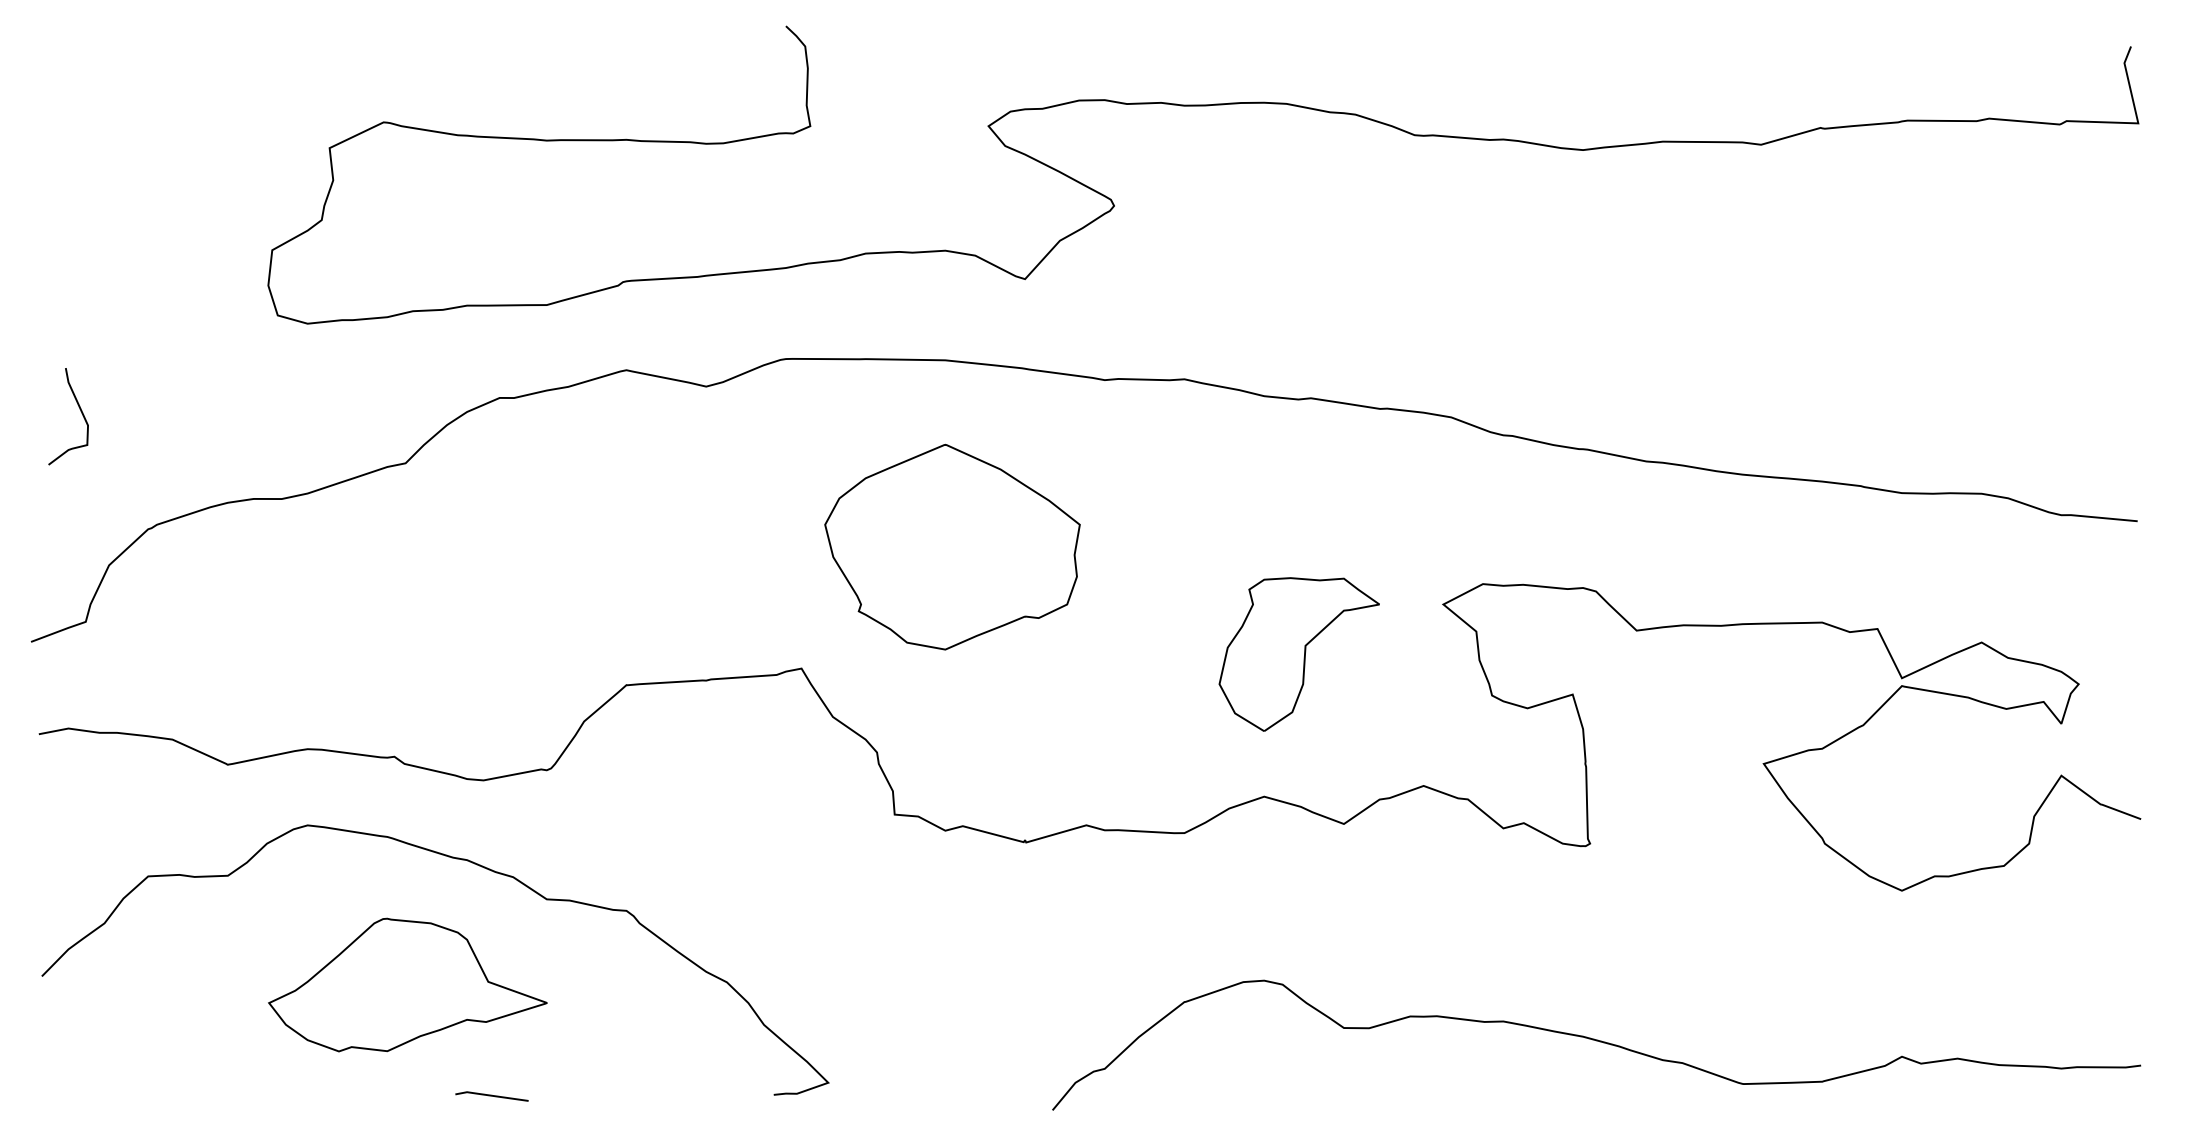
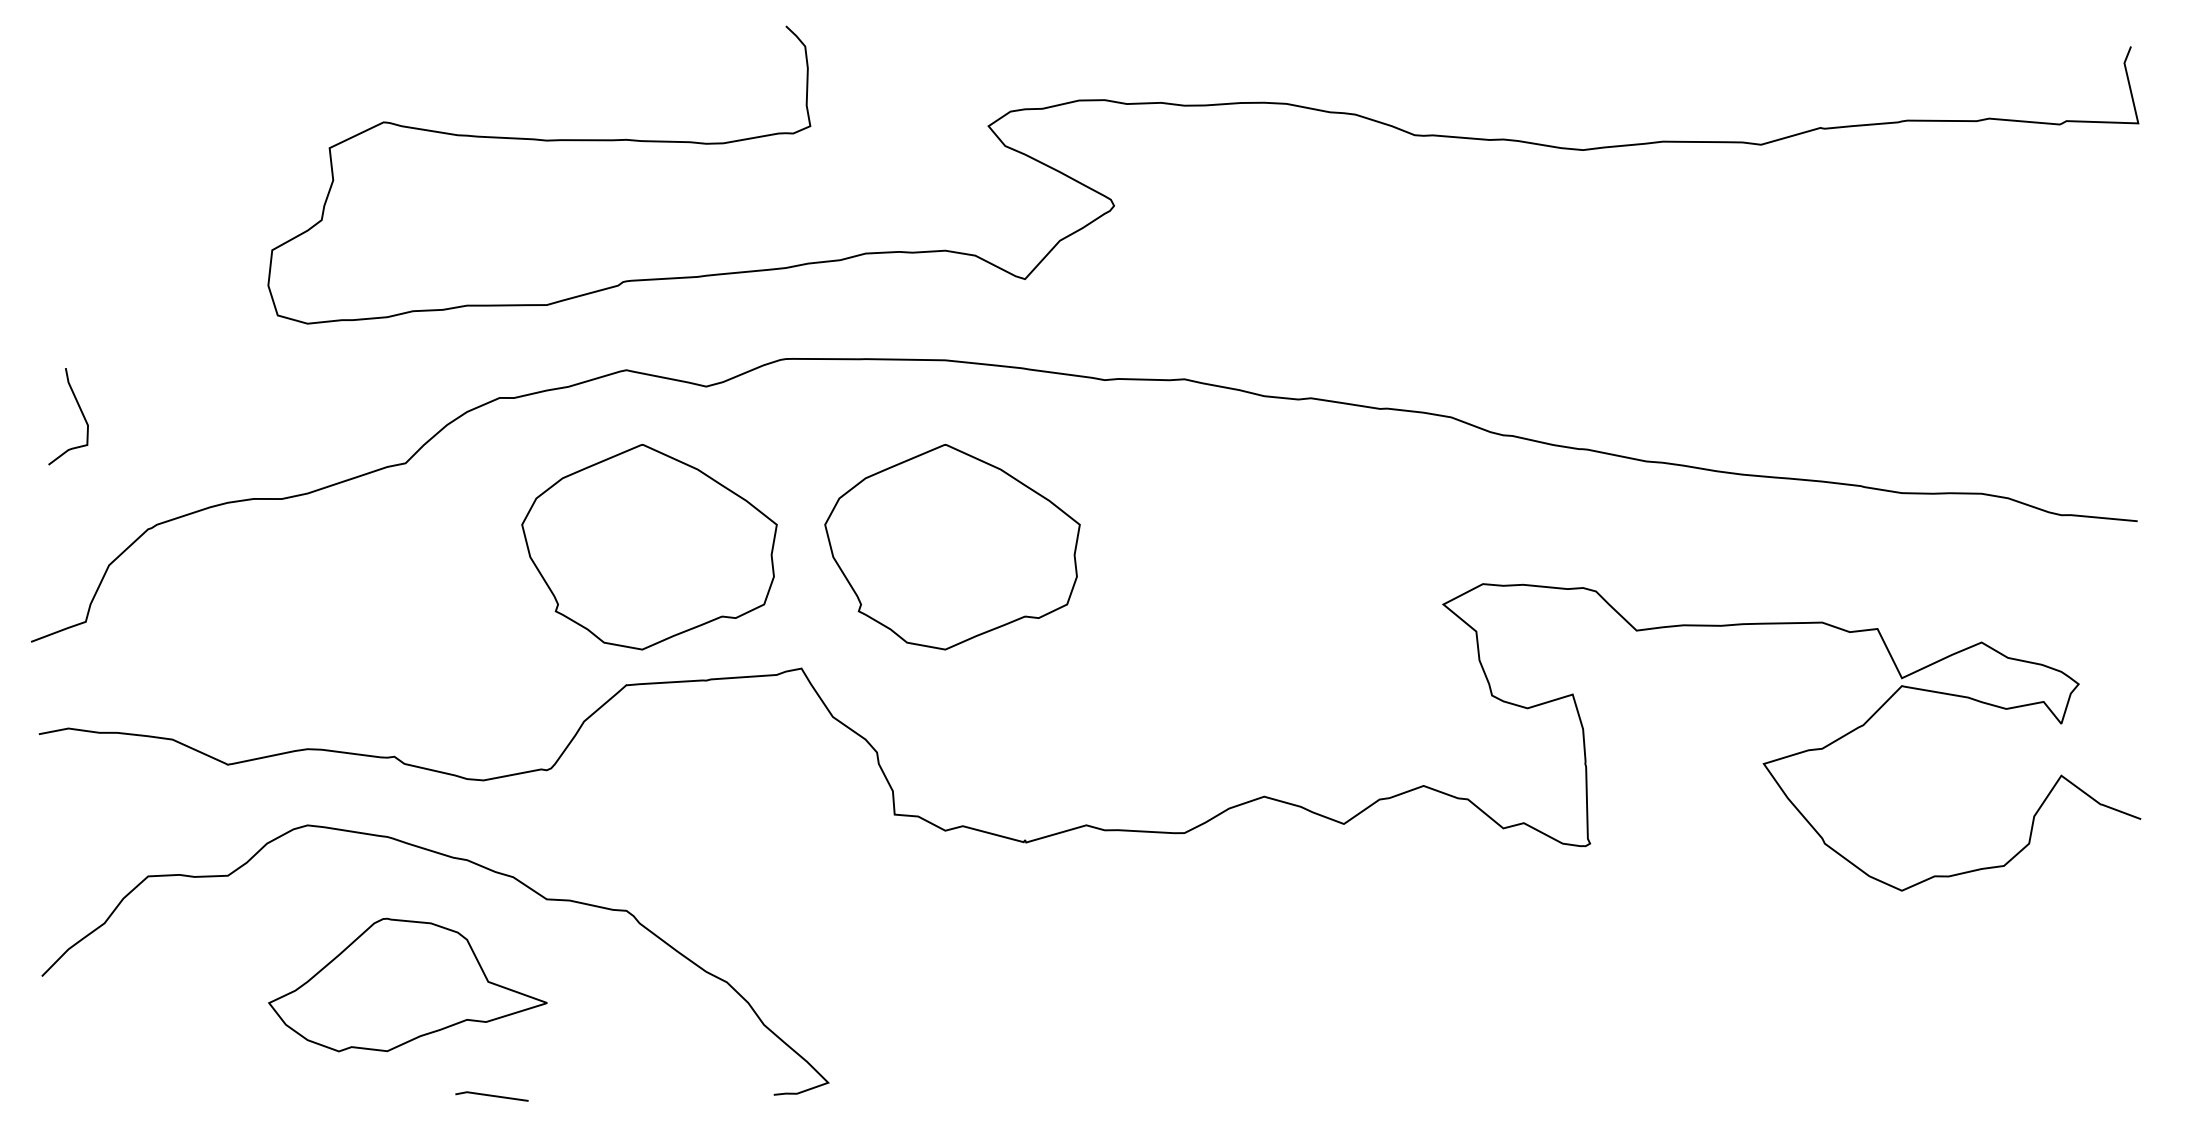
part at (649, 546): none -> present
part at (1298, 654): present -> none
curve at (1596, 1041): present -> none
